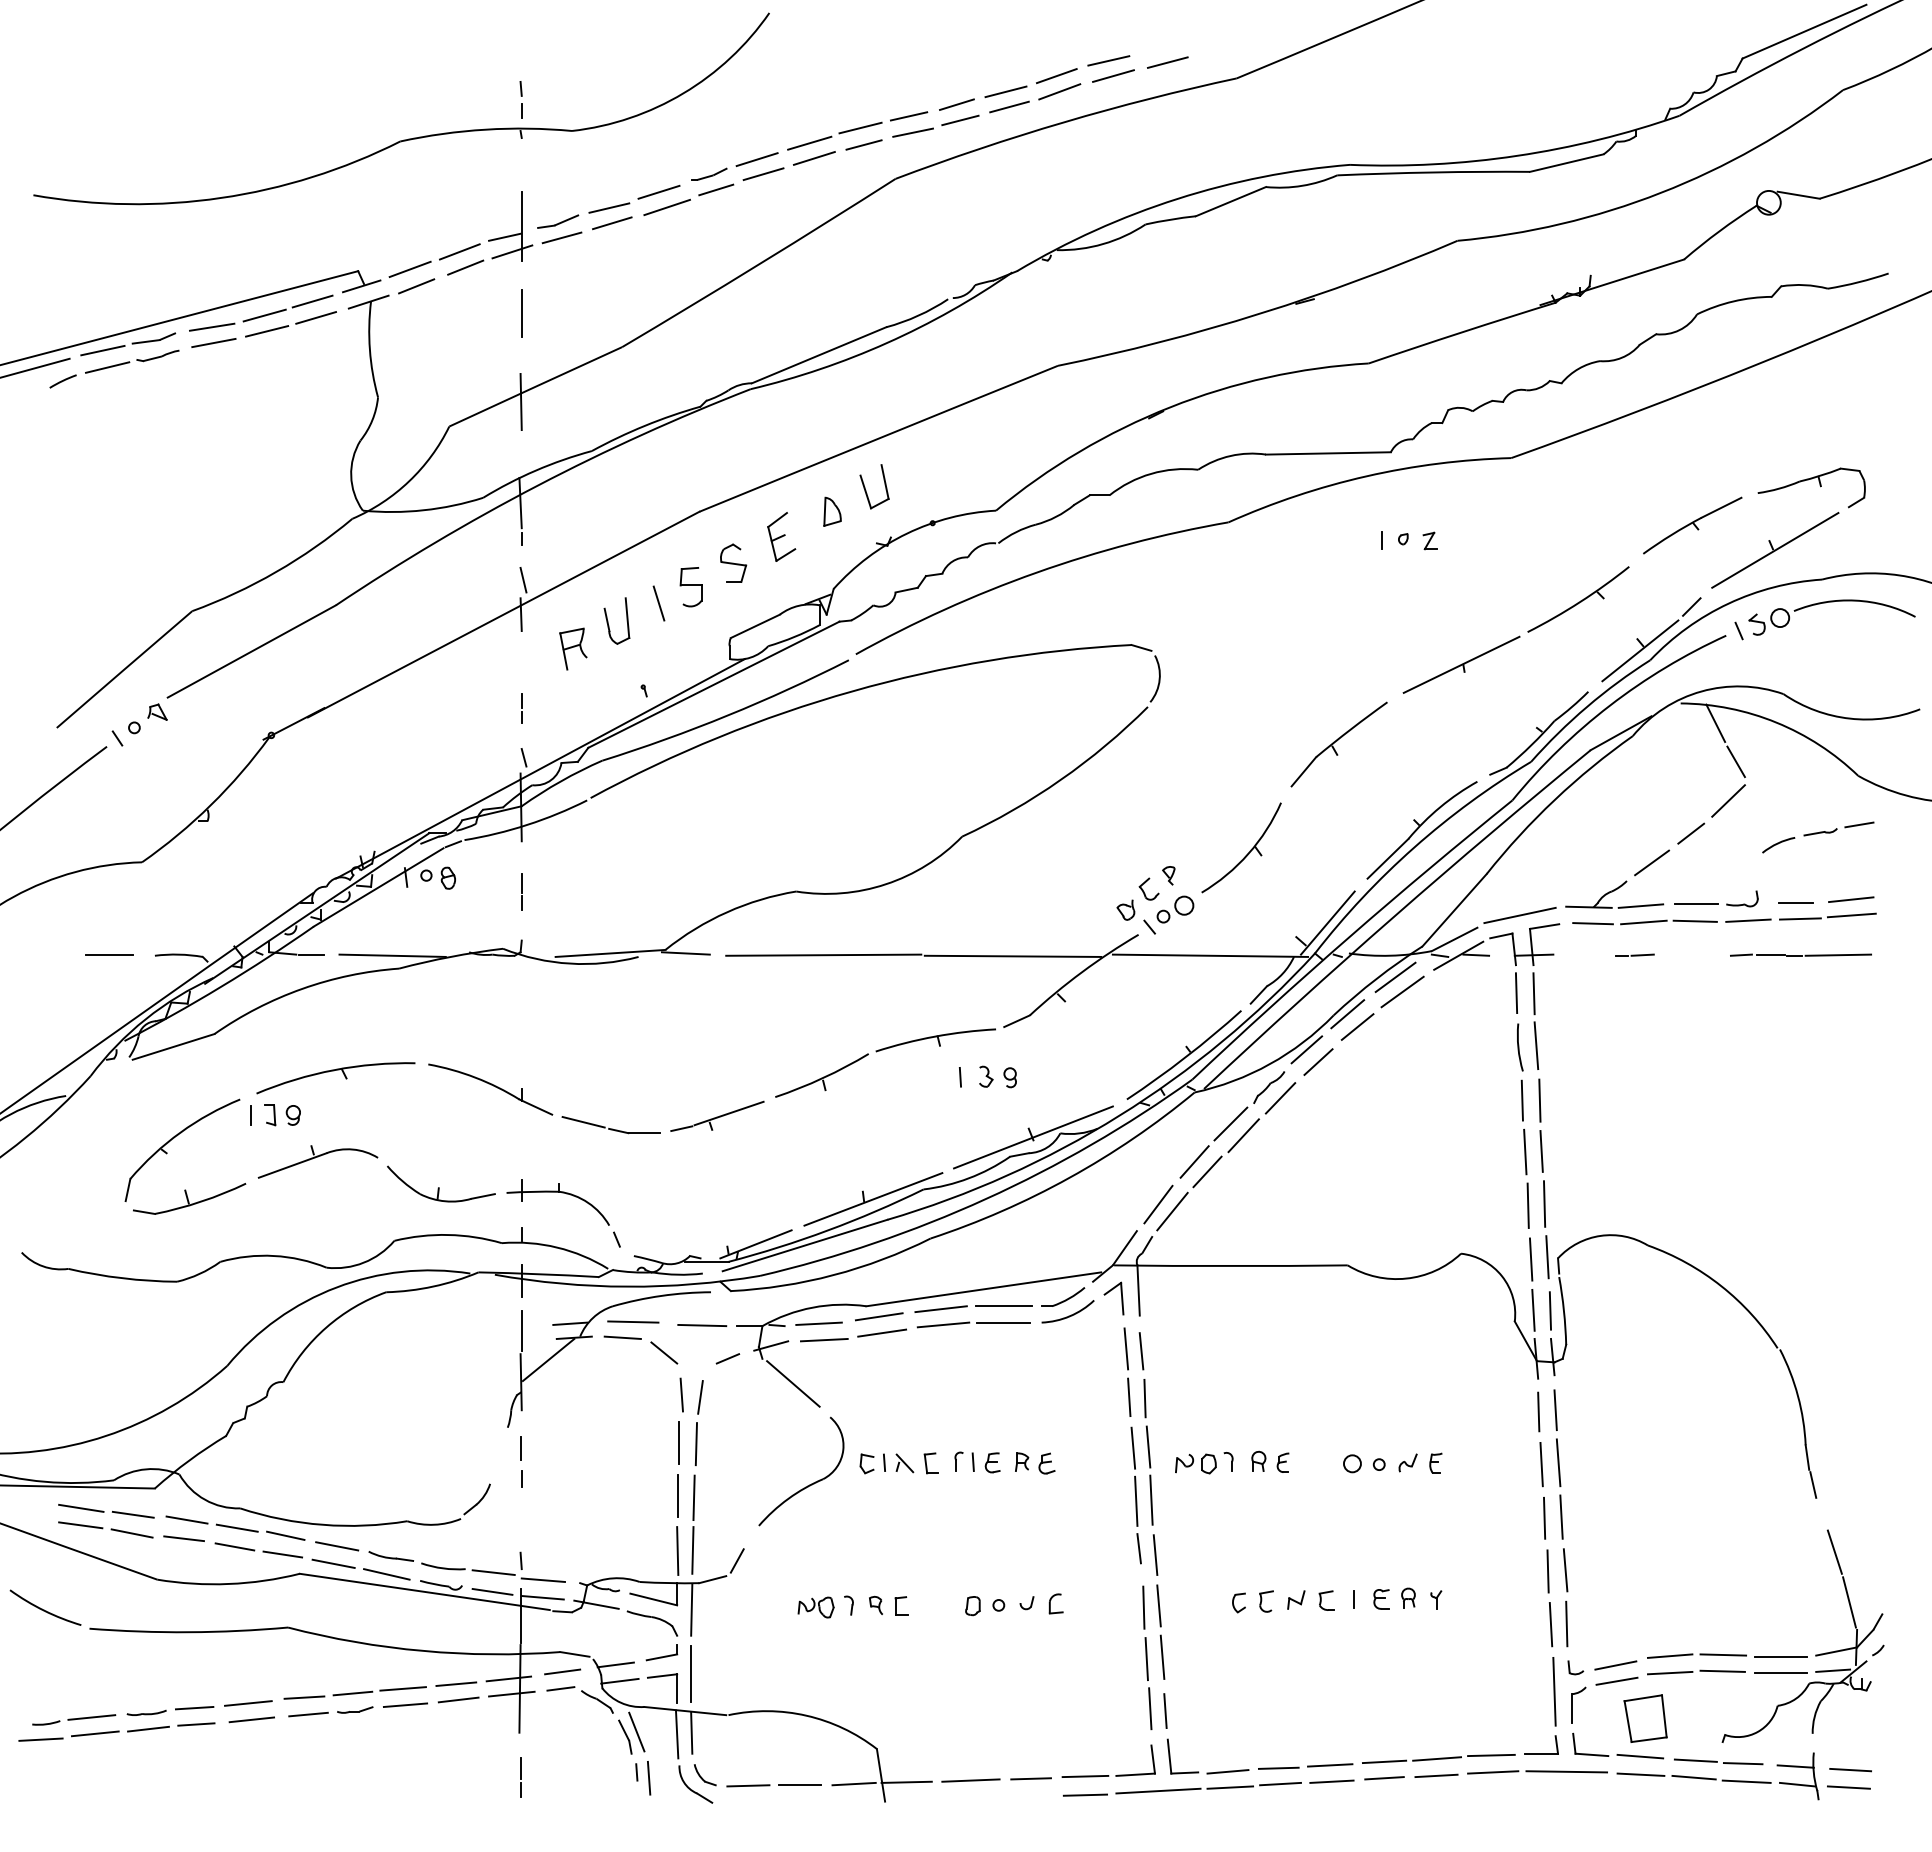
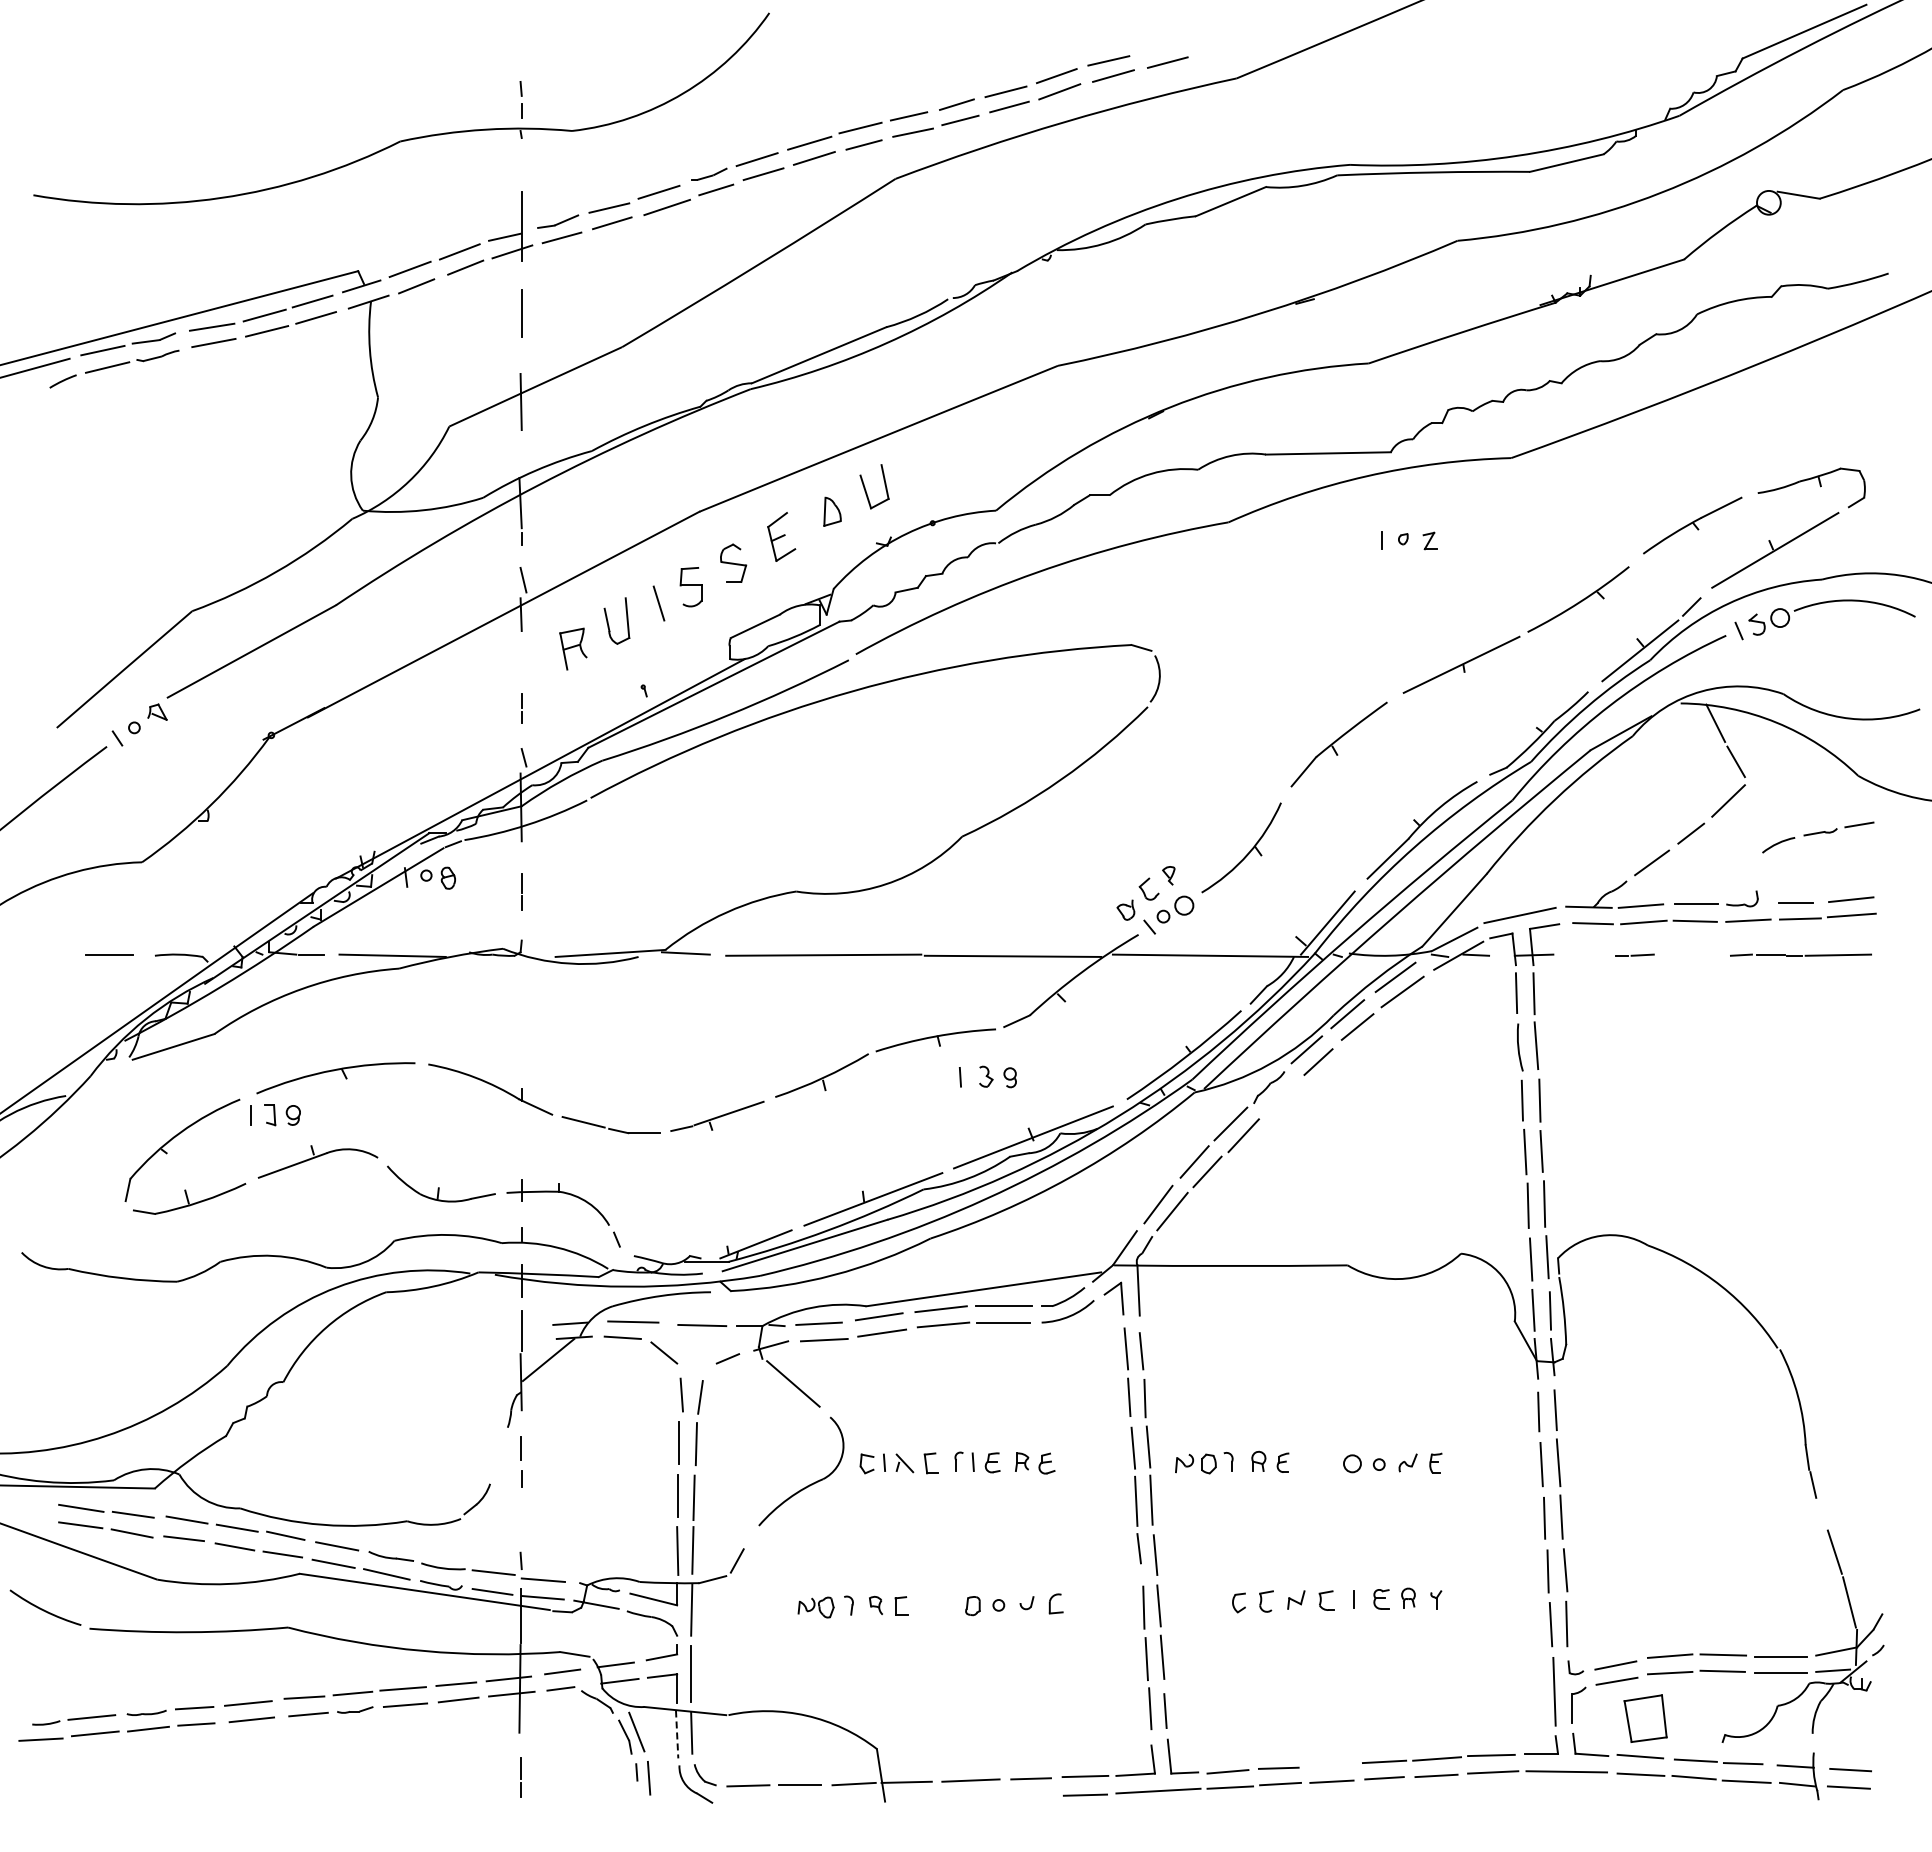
line at (1280, 1098): present -> none
line at (677, 1734): solid -> dashed
line at (1330, 1765): present -> none
